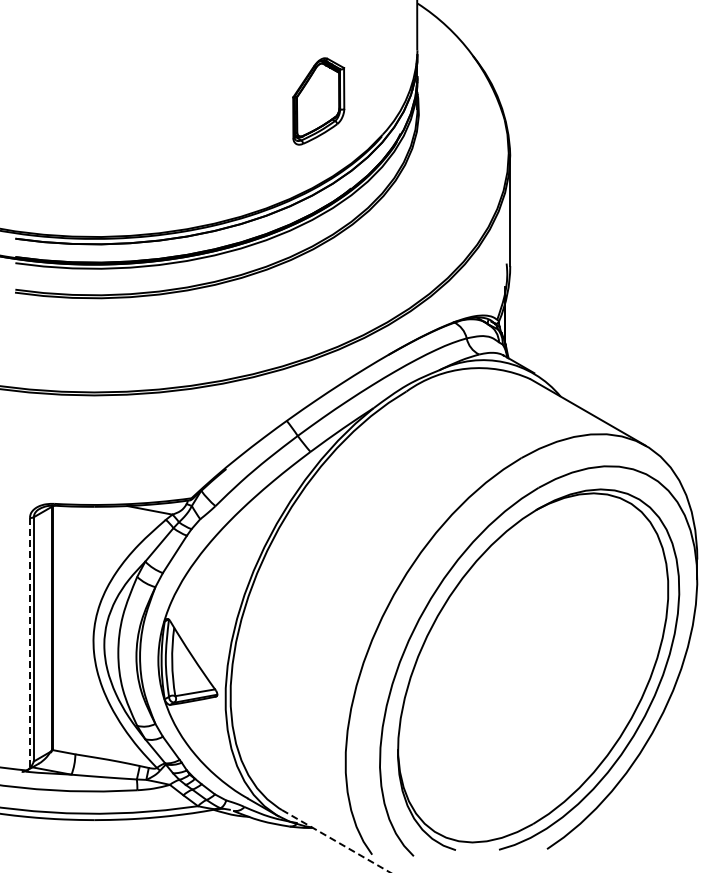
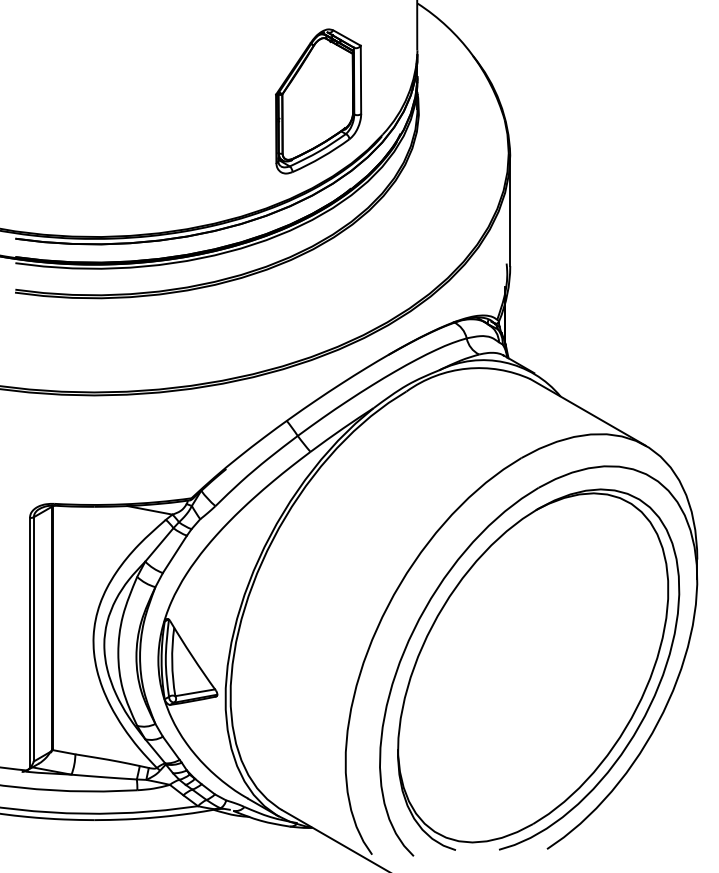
part at (318, 101) size: 54x89 px -> 88x147 px
line at (29, 643): dashed -> solid
line at (336, 841): dashed -> solid
